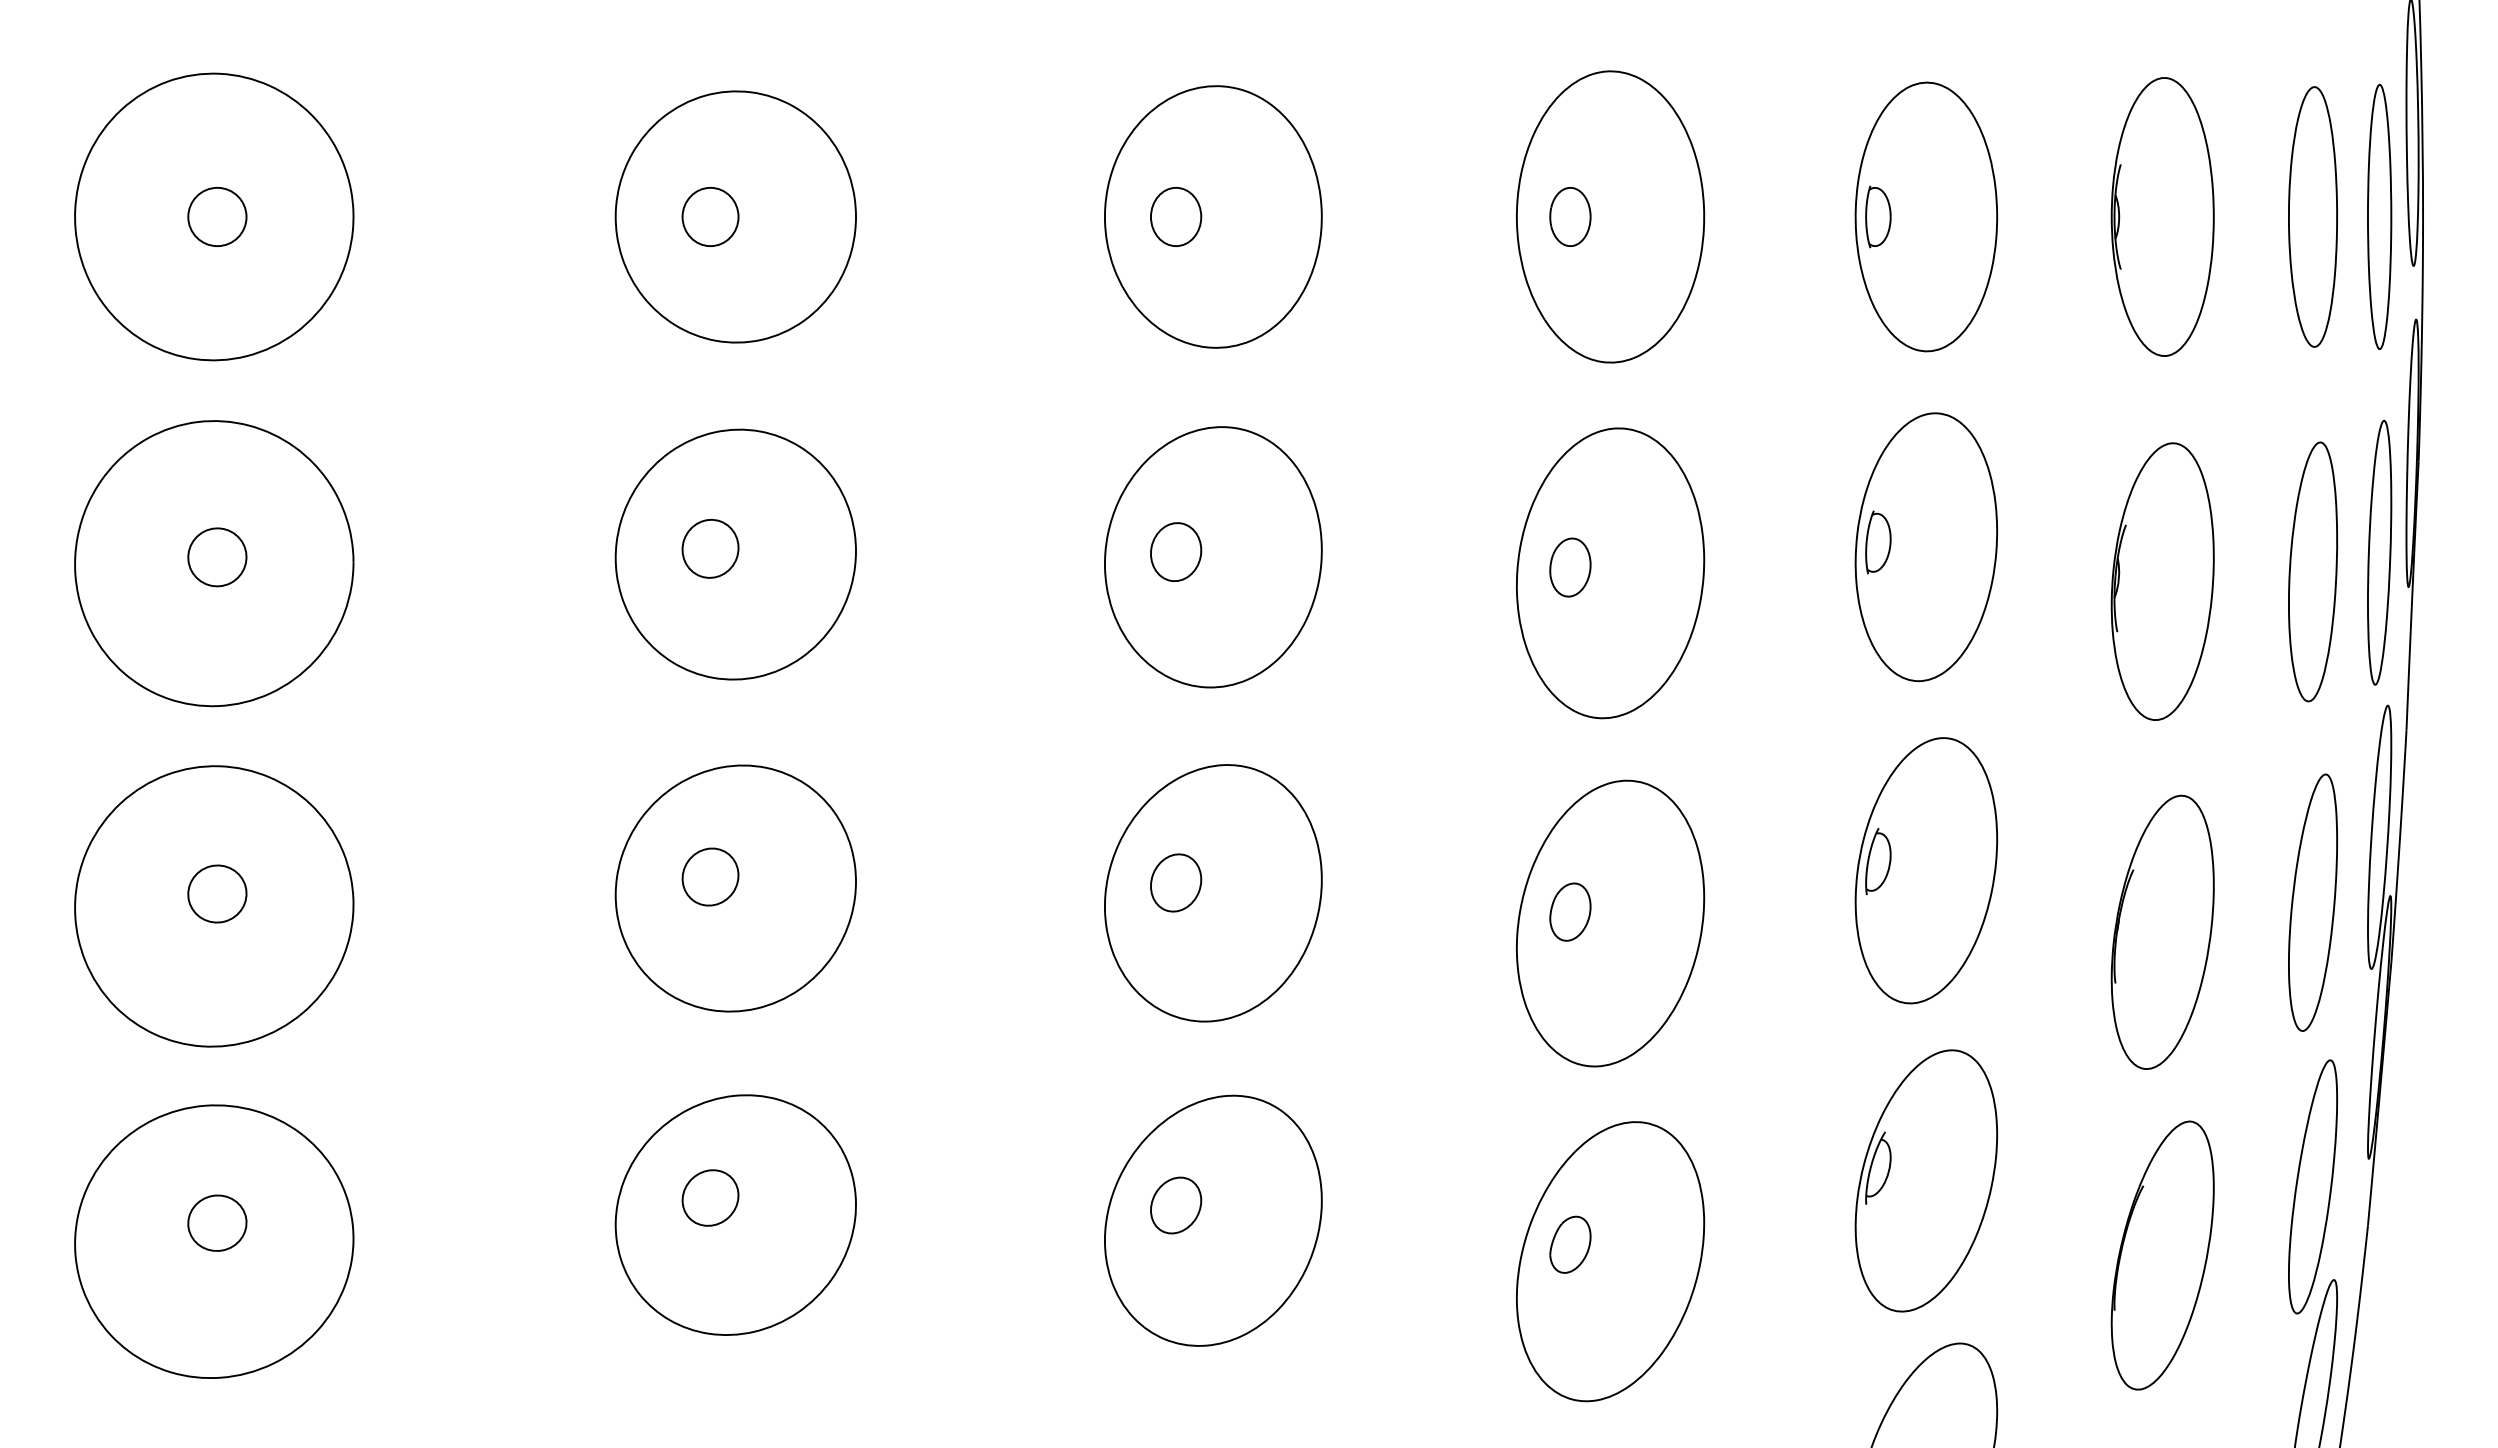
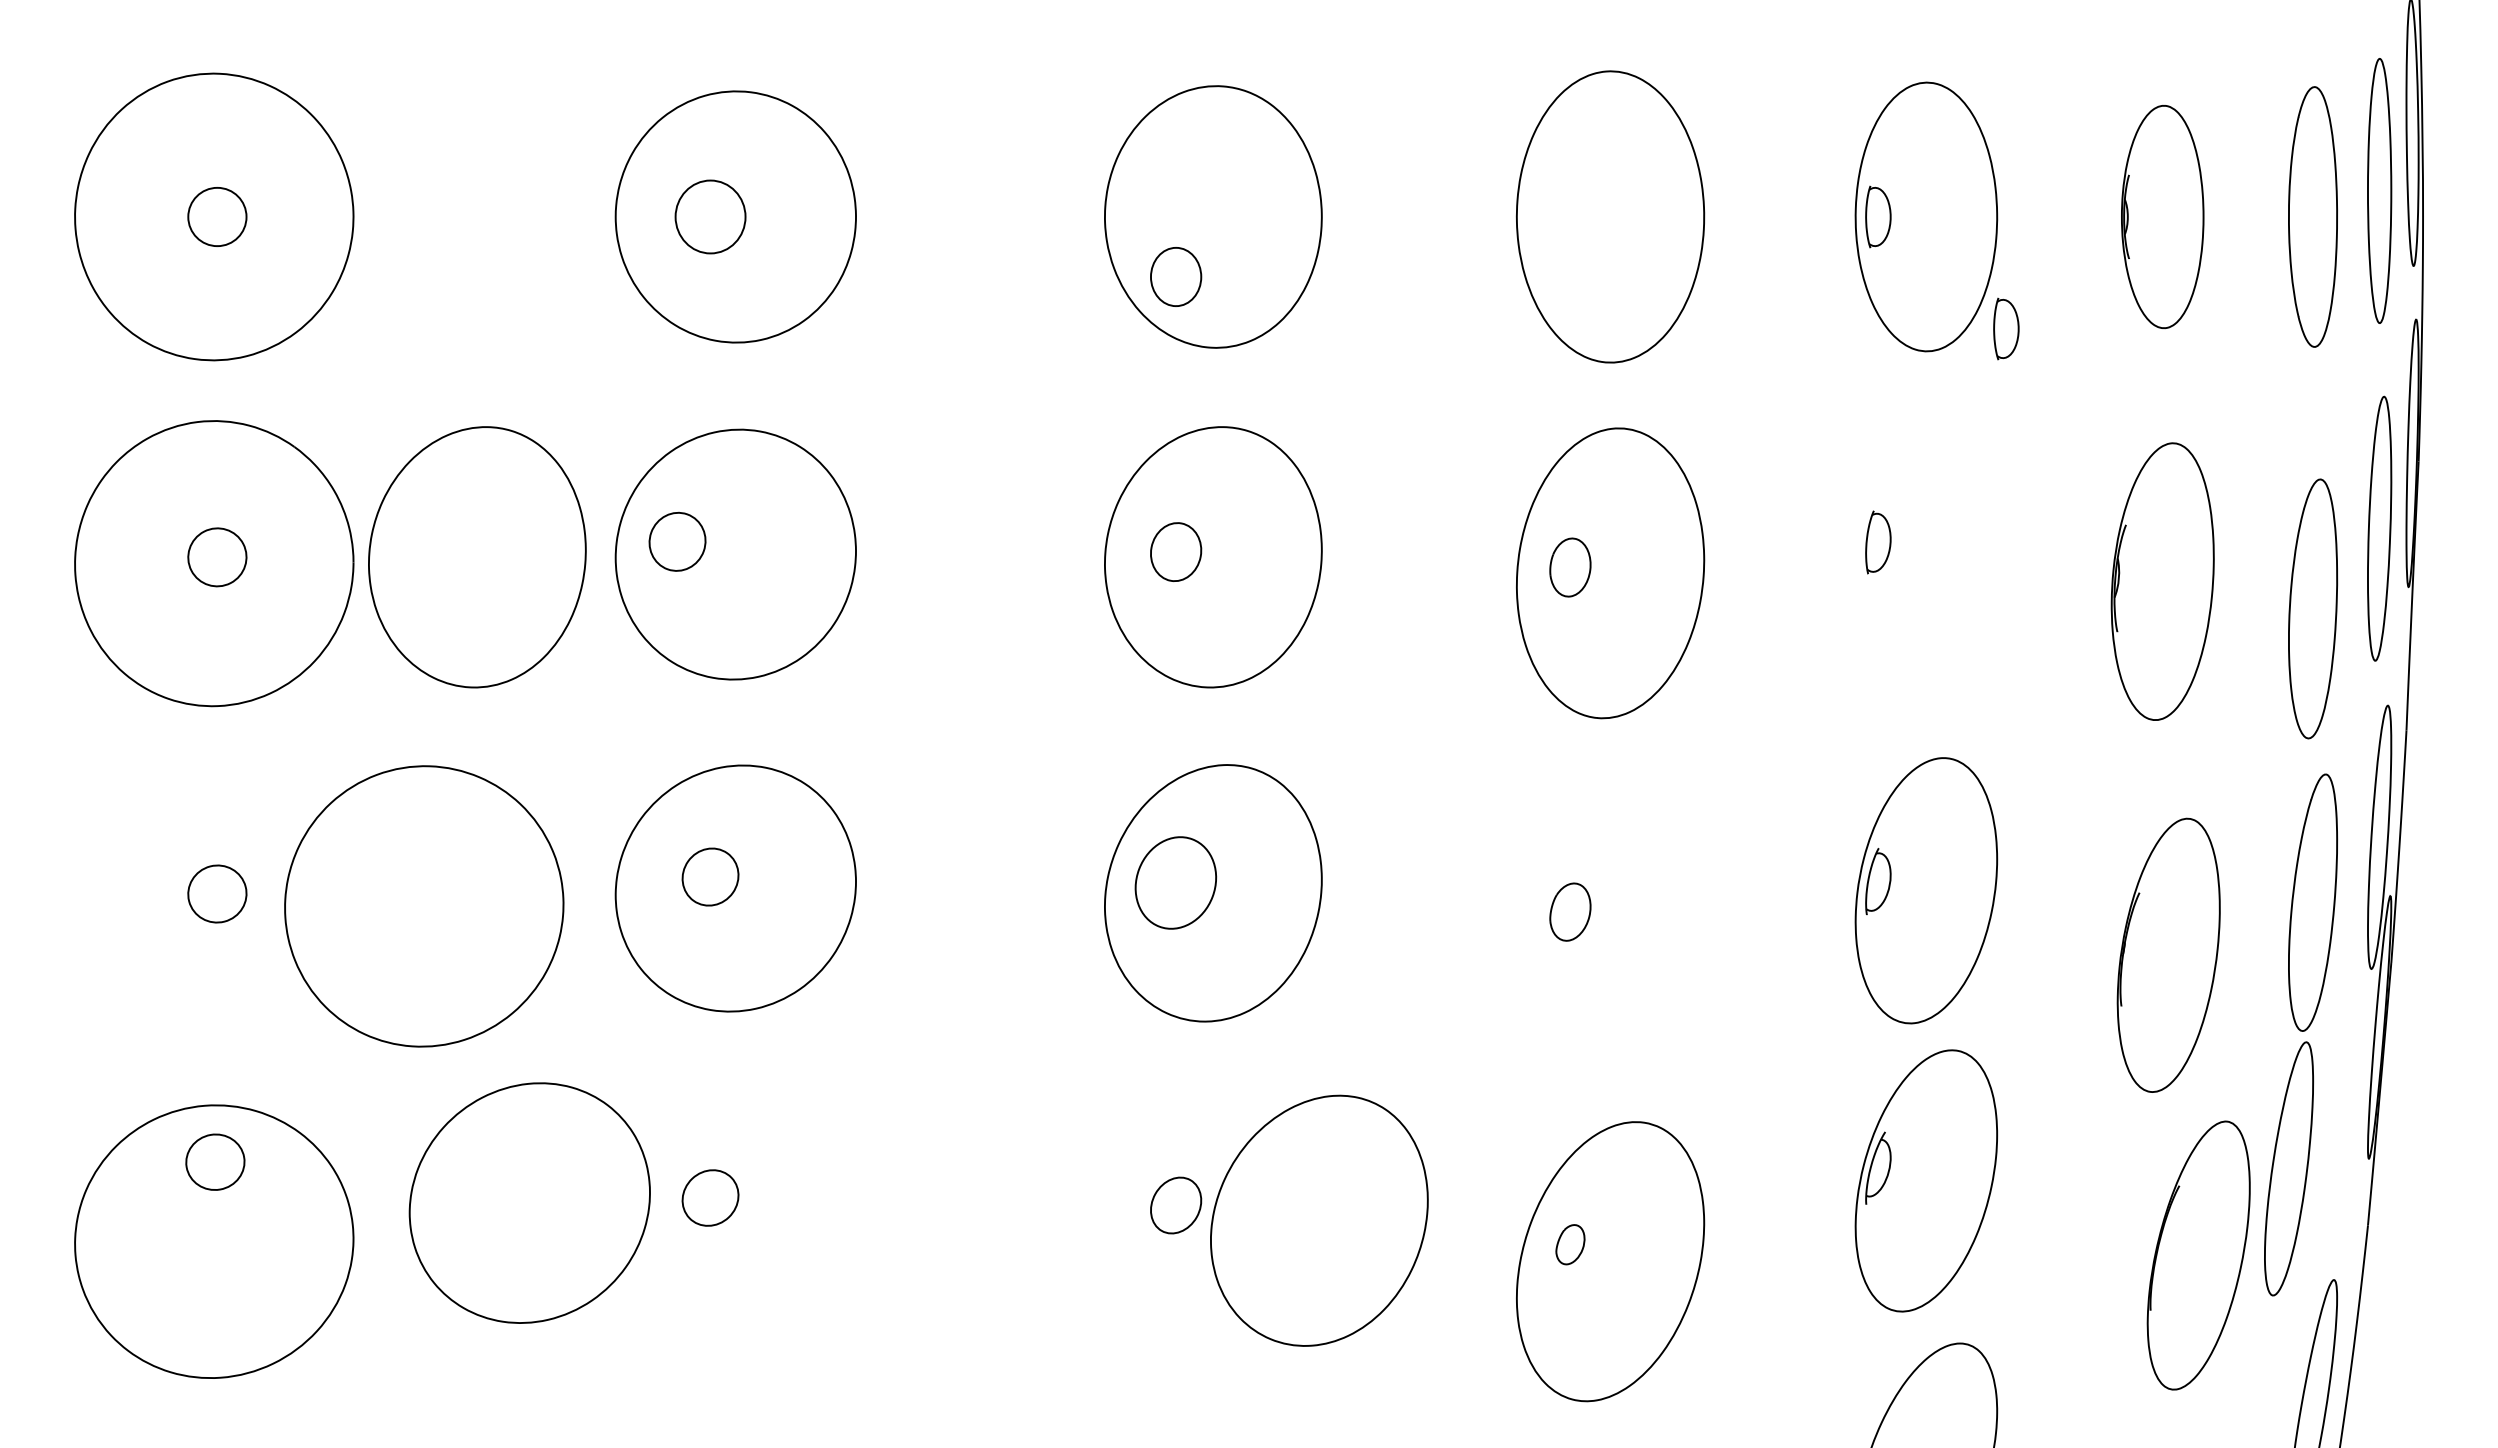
part at (710, 216) size: 59x60 px -> 73x76 px
part at (1176, 216) position: (1176, 216) -> (1176, 276)
part at (1570, 216): present -> none
part at (2162, 216) size: 105x280 px -> 84x225 px
part at (2379, 216) position: (2379, 216) -> (2379, 190)
part at (2006, 328): none -> present
part at (1926, 547): present -> none
part at (710, 548) position: (710, 548) -> (677, 541)
part at (2379, 552) position: (2379, 552) -> (2379, 528)
part at (477, 557): none -> present
part at (2313, 571) position: (2313, 571) -> (2313, 608)
part at (1926, 870) position: (1926, 870) -> (1926, 890)
part at (1176, 882) size: 53x60 px -> 84x94 px
part at (214, 906) position: (214, 906) -> (424, 906)
part at (1610, 923): present -> none
part at (2162, 931) position: (2162, 931) -> (2168, 954)
part at (2312, 1186) position: (2312, 1186) -> (2288, 1168)
part at (735, 1214) position: (735, 1214) -> (529, 1202)
part at (1213, 1220) position: (1213, 1220) -> (1319, 1220)
part at (217, 1222) position: (217, 1222) -> (215, 1161)
part at (1570, 1244) size: 43x59 px -> 31x42 px
part at (2162, 1255) position: (2162, 1255) -> (2198, 1255)
